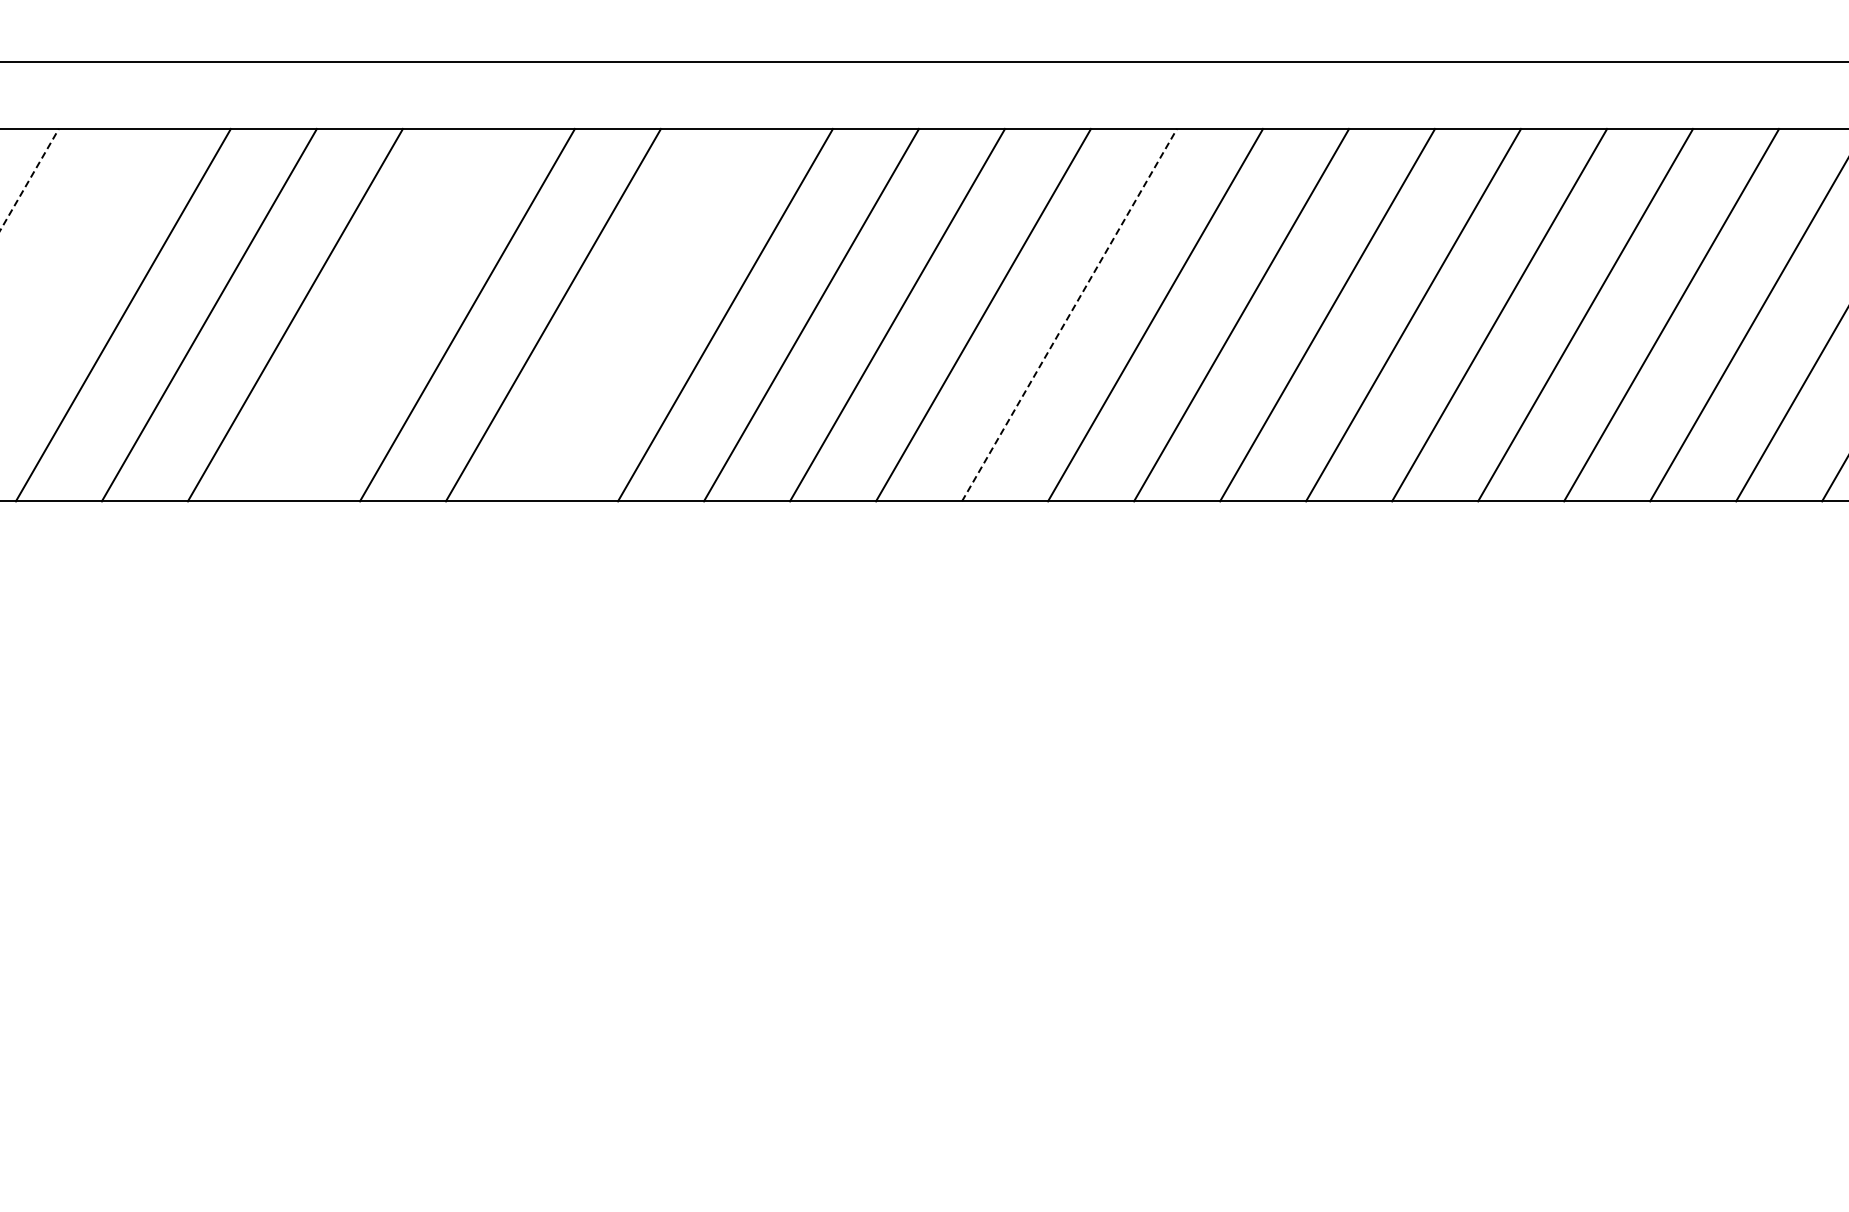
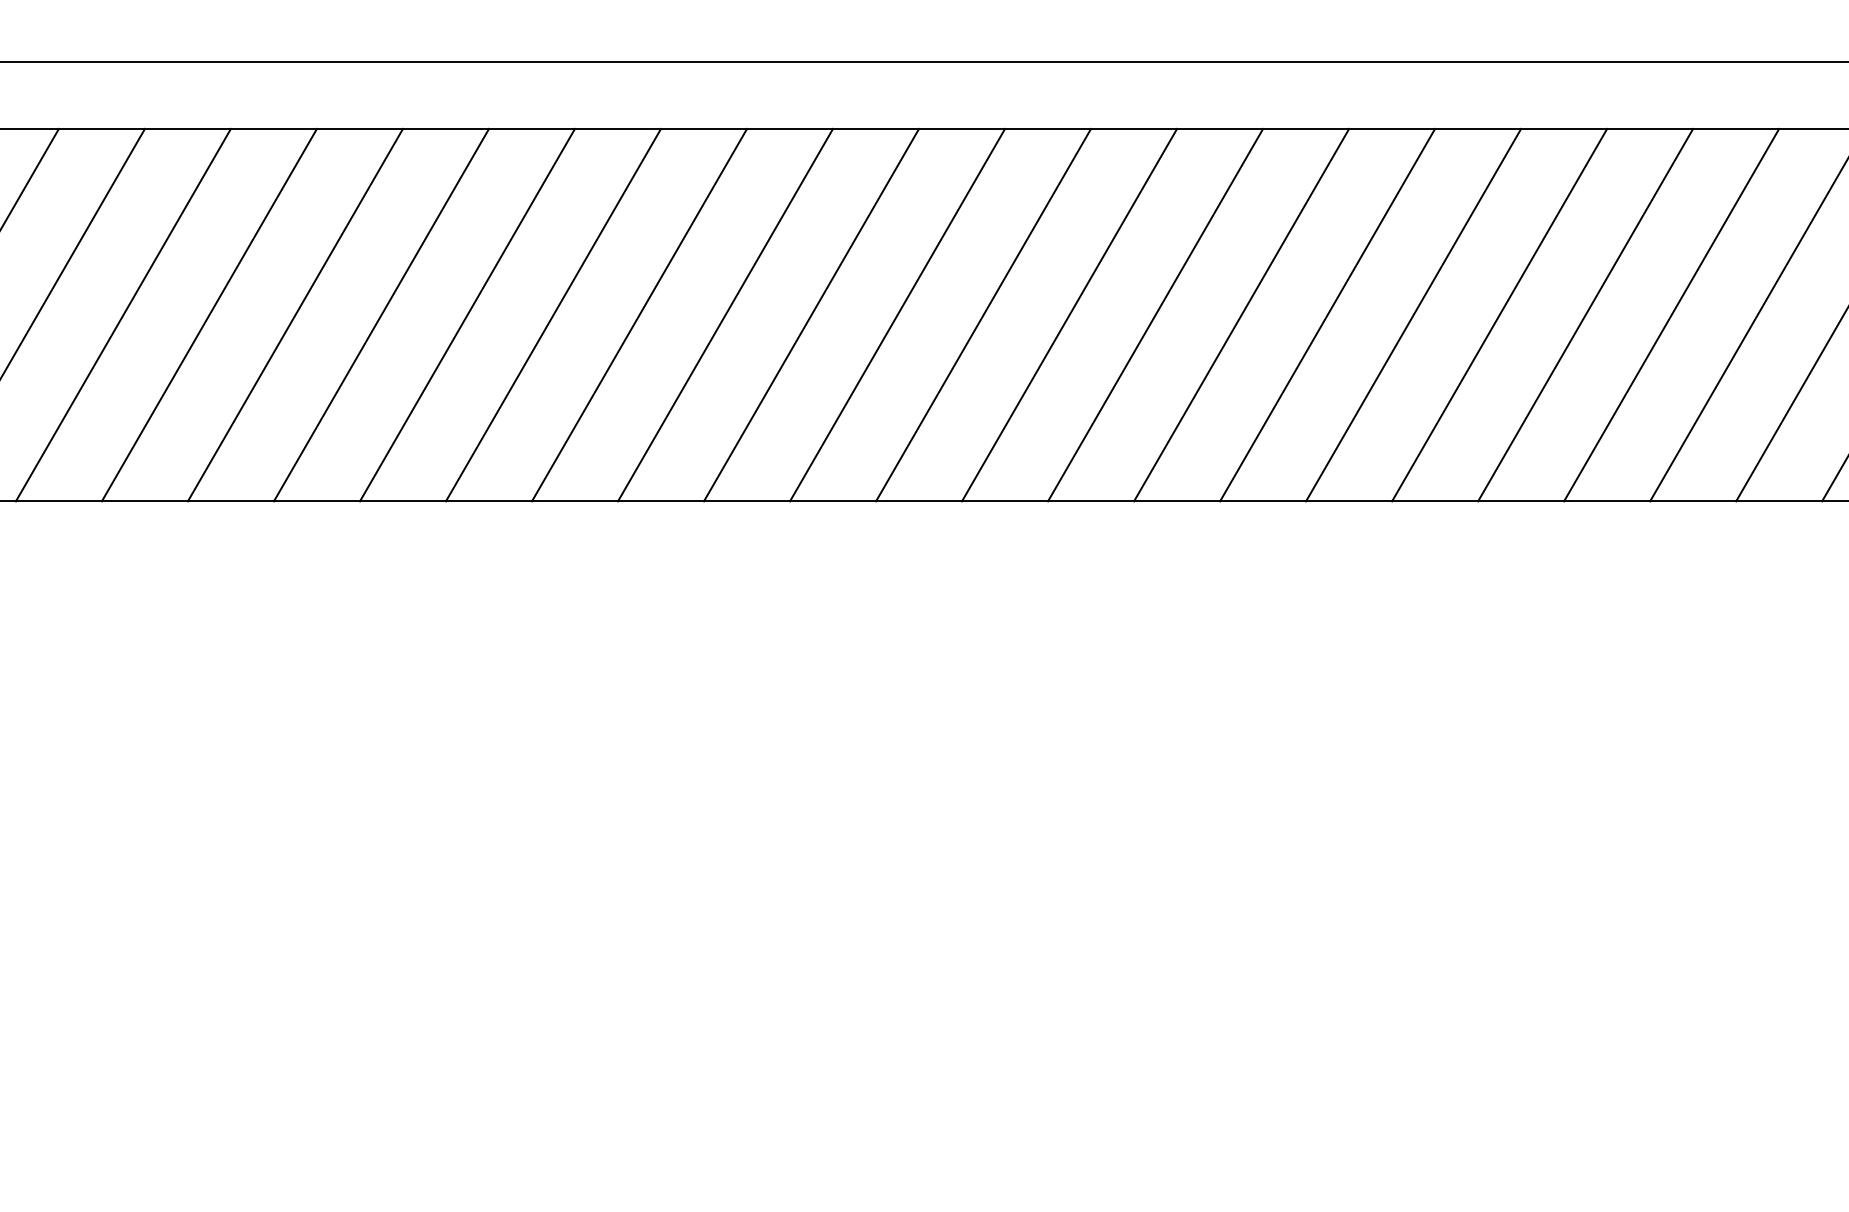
line at (29, 179): dashed -> solid
line at (73, 251): none -> present
line at (380, 314): none -> present
line at (639, 314): none -> present
line at (1069, 314): dashed -> solid
